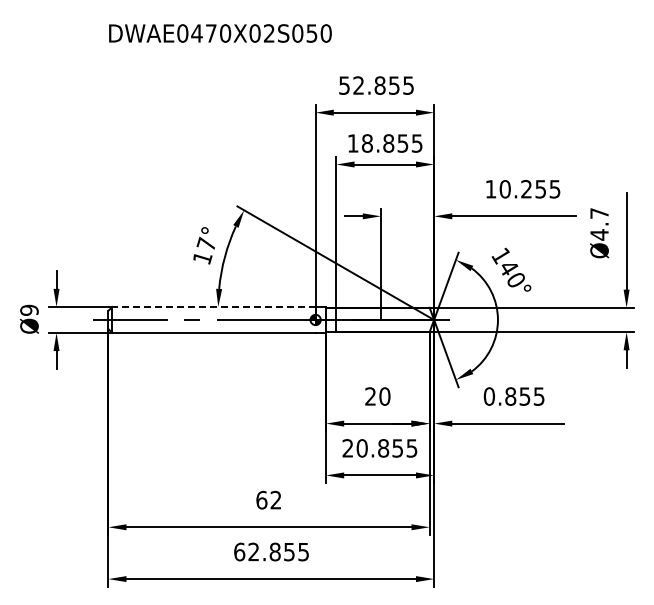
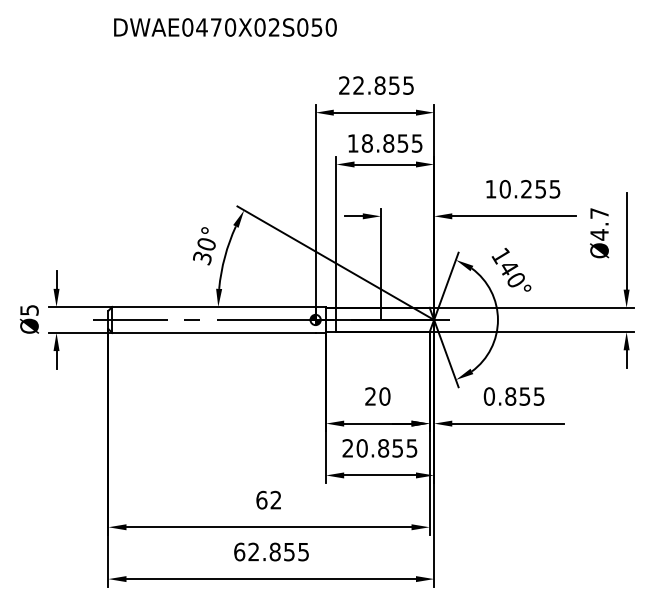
text at (220, 33) position: (220, 33) -> (225, 27)
text at (344, 85): 52.855 -> 22.855
text at (204, 251): 17° -> 30°
line at (213, 307): dashed -> solid
text at (29, 309): Ø9 -> Ø5
